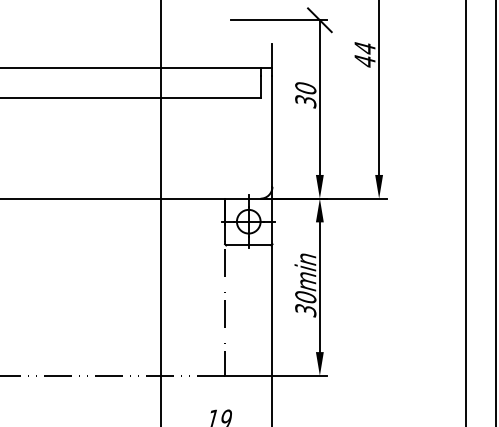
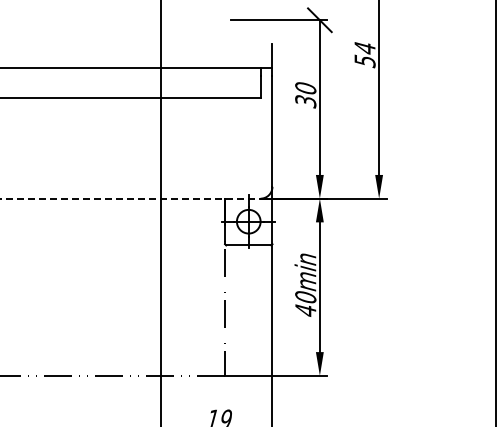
text at (364, 61): 44 -> 54
line at (130, 198): solid -> dashed
line at (466, 212): present -> none
text at (305, 310): 30min -> 40min
